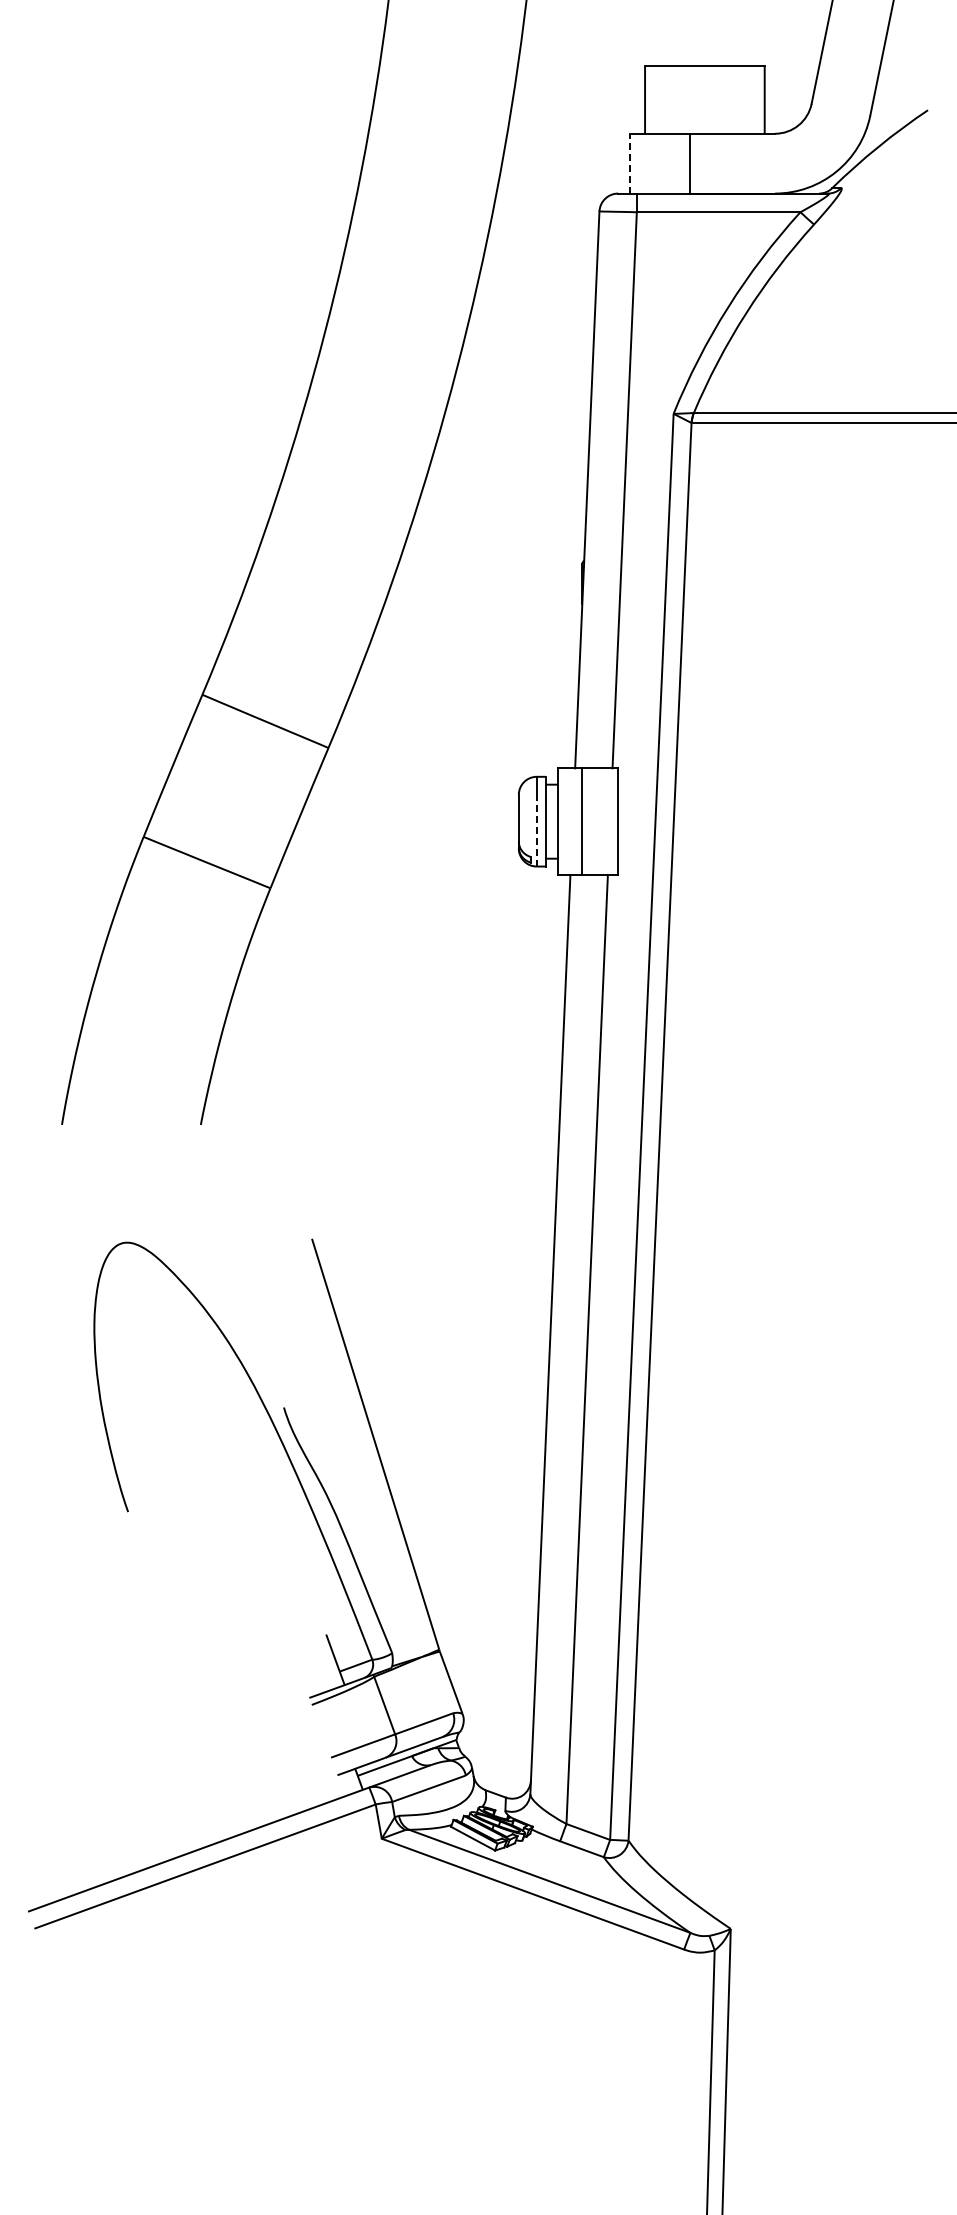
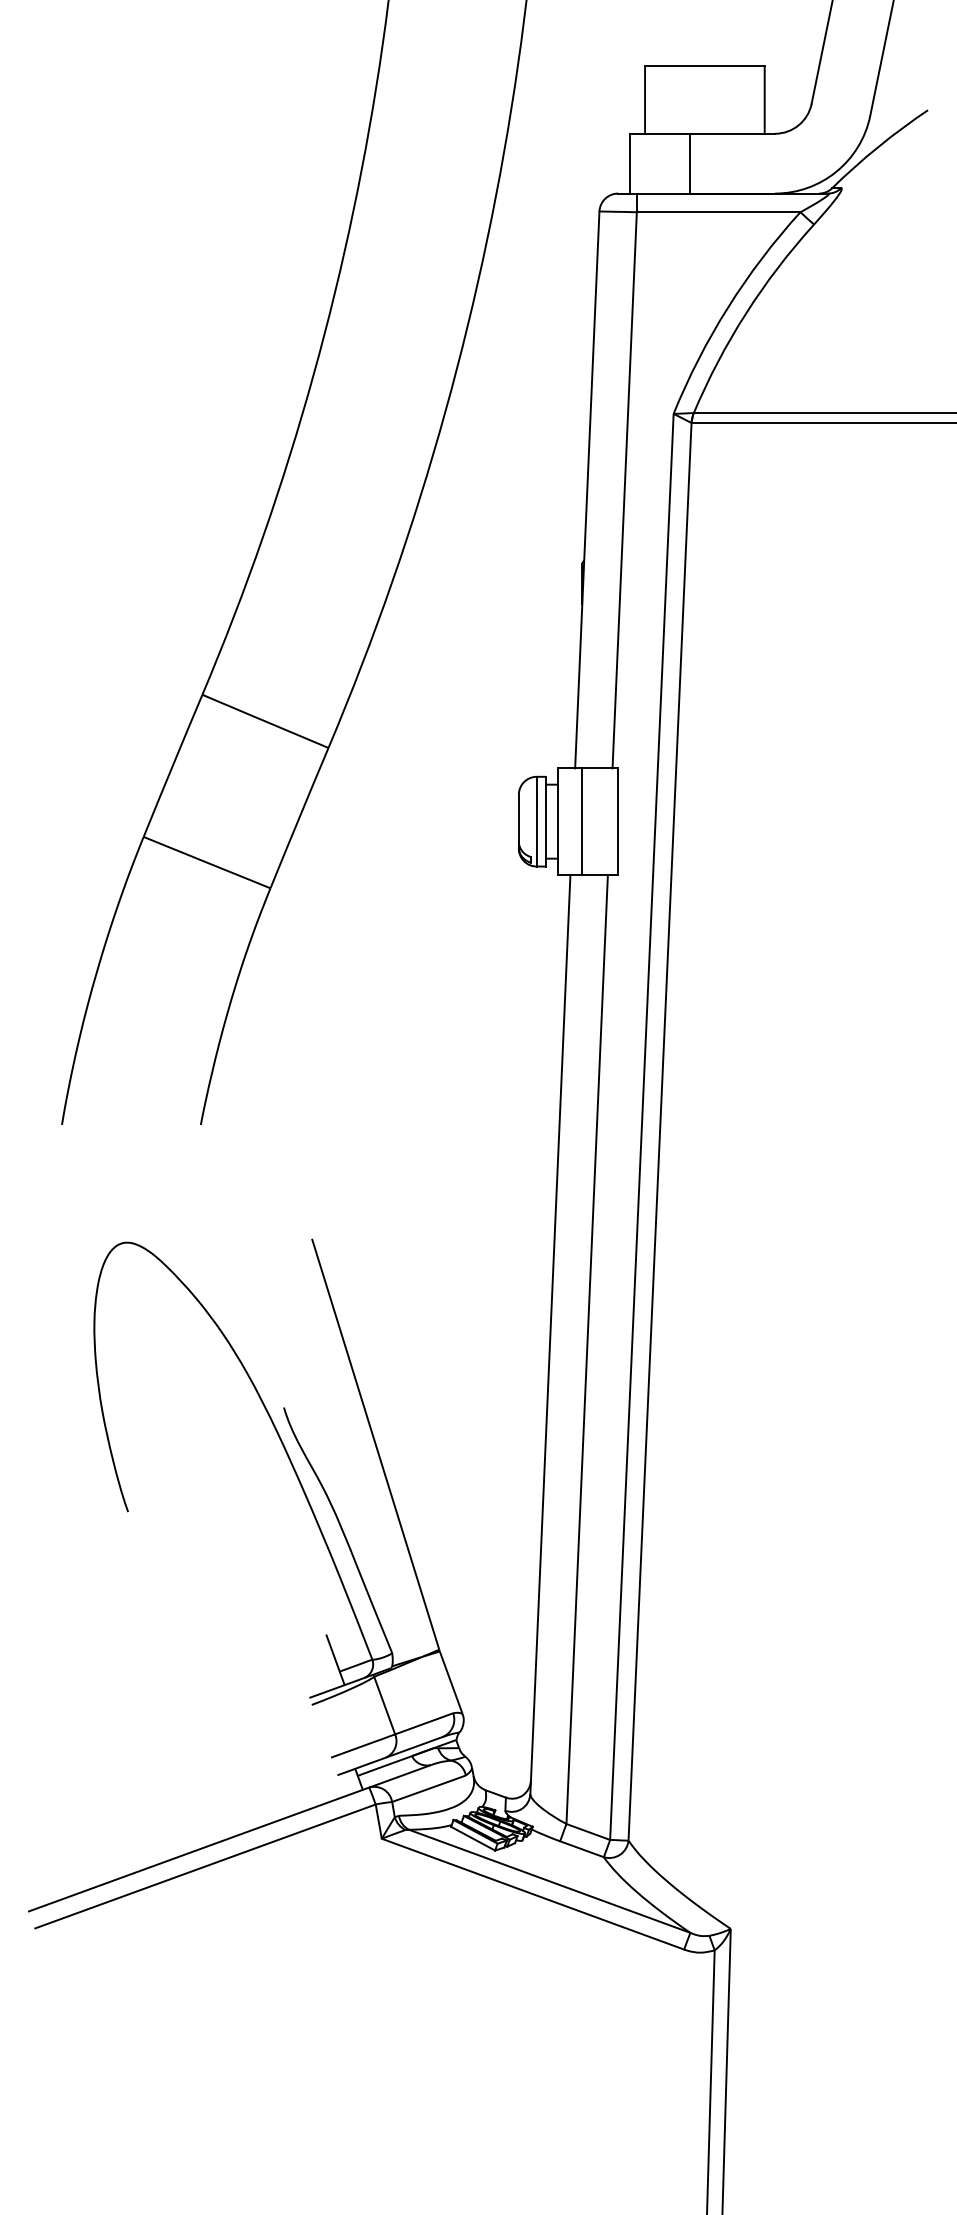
line at (630, 163): dashed -> solid
line at (536, 832): dashed -> solid
